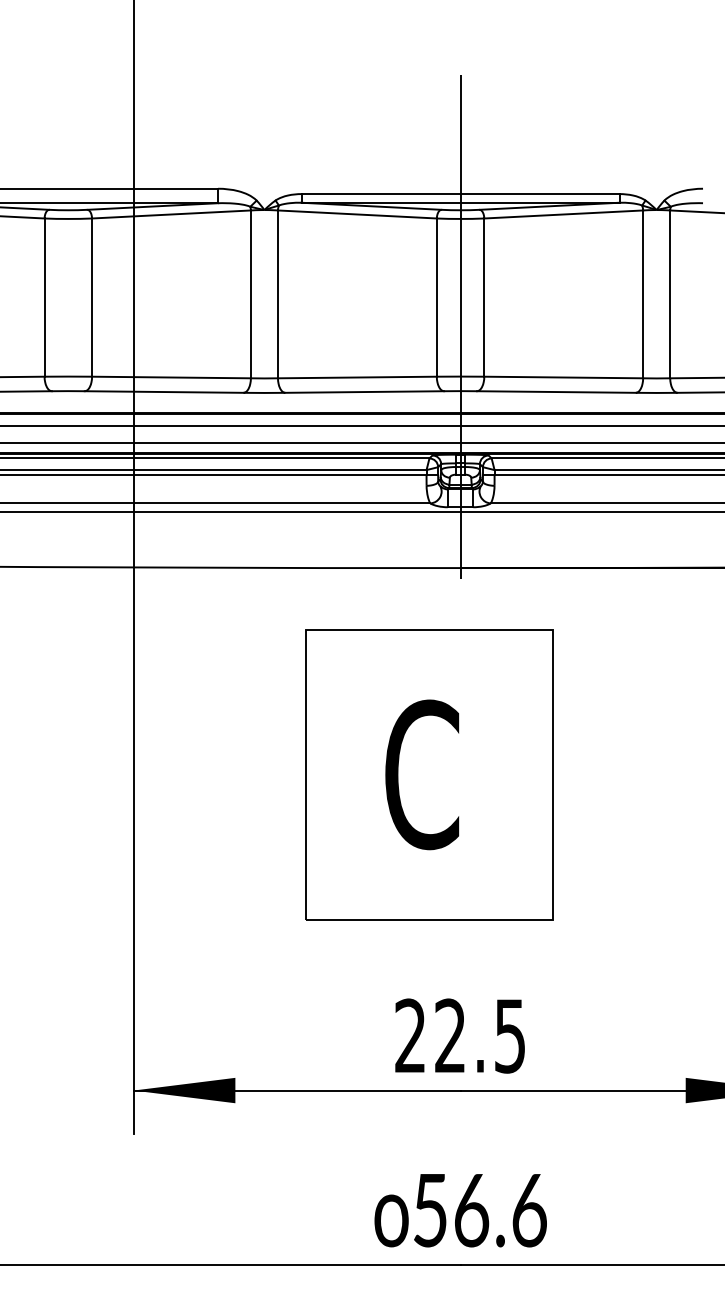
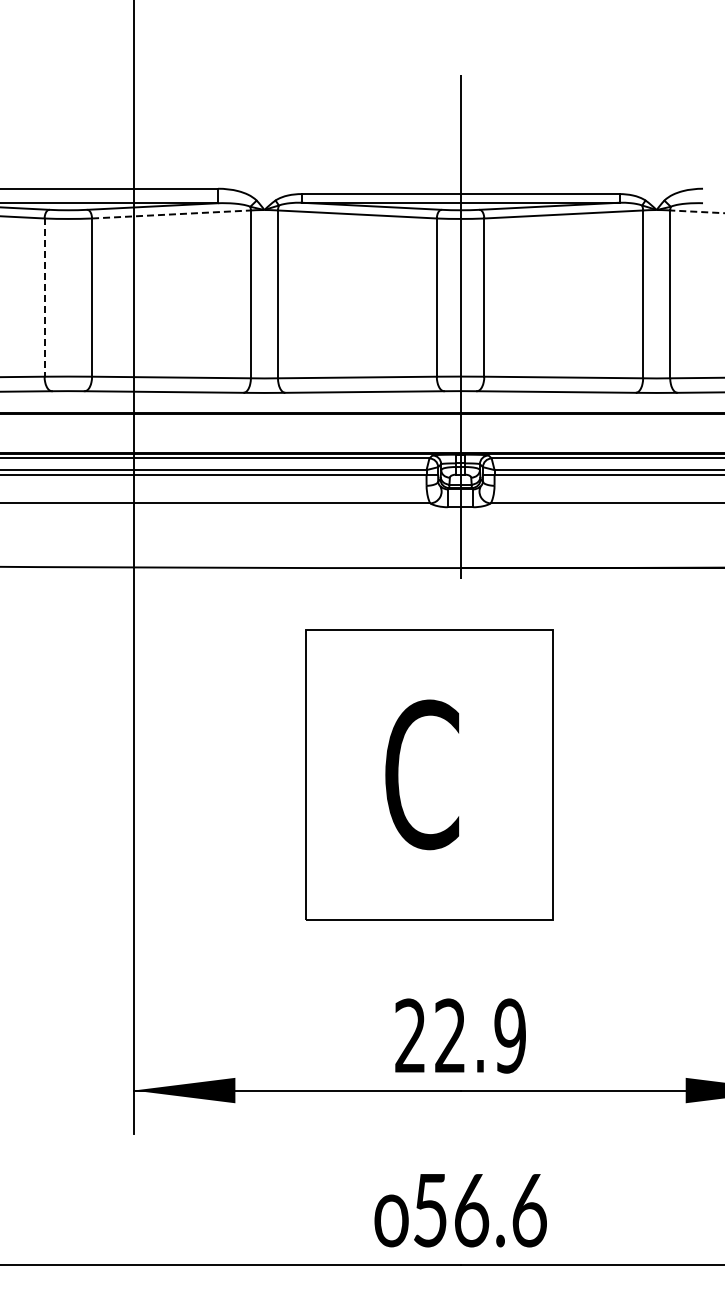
line at (697, 211): solid -> dashed
line at (171, 214): solid -> dashed
line at (44, 298): solid -> dashed
line at (361, 425): present -> none
line at (361, 442): present -> none
line at (361, 511): present -> none
text at (509, 1035): 22.5 -> 22.9
